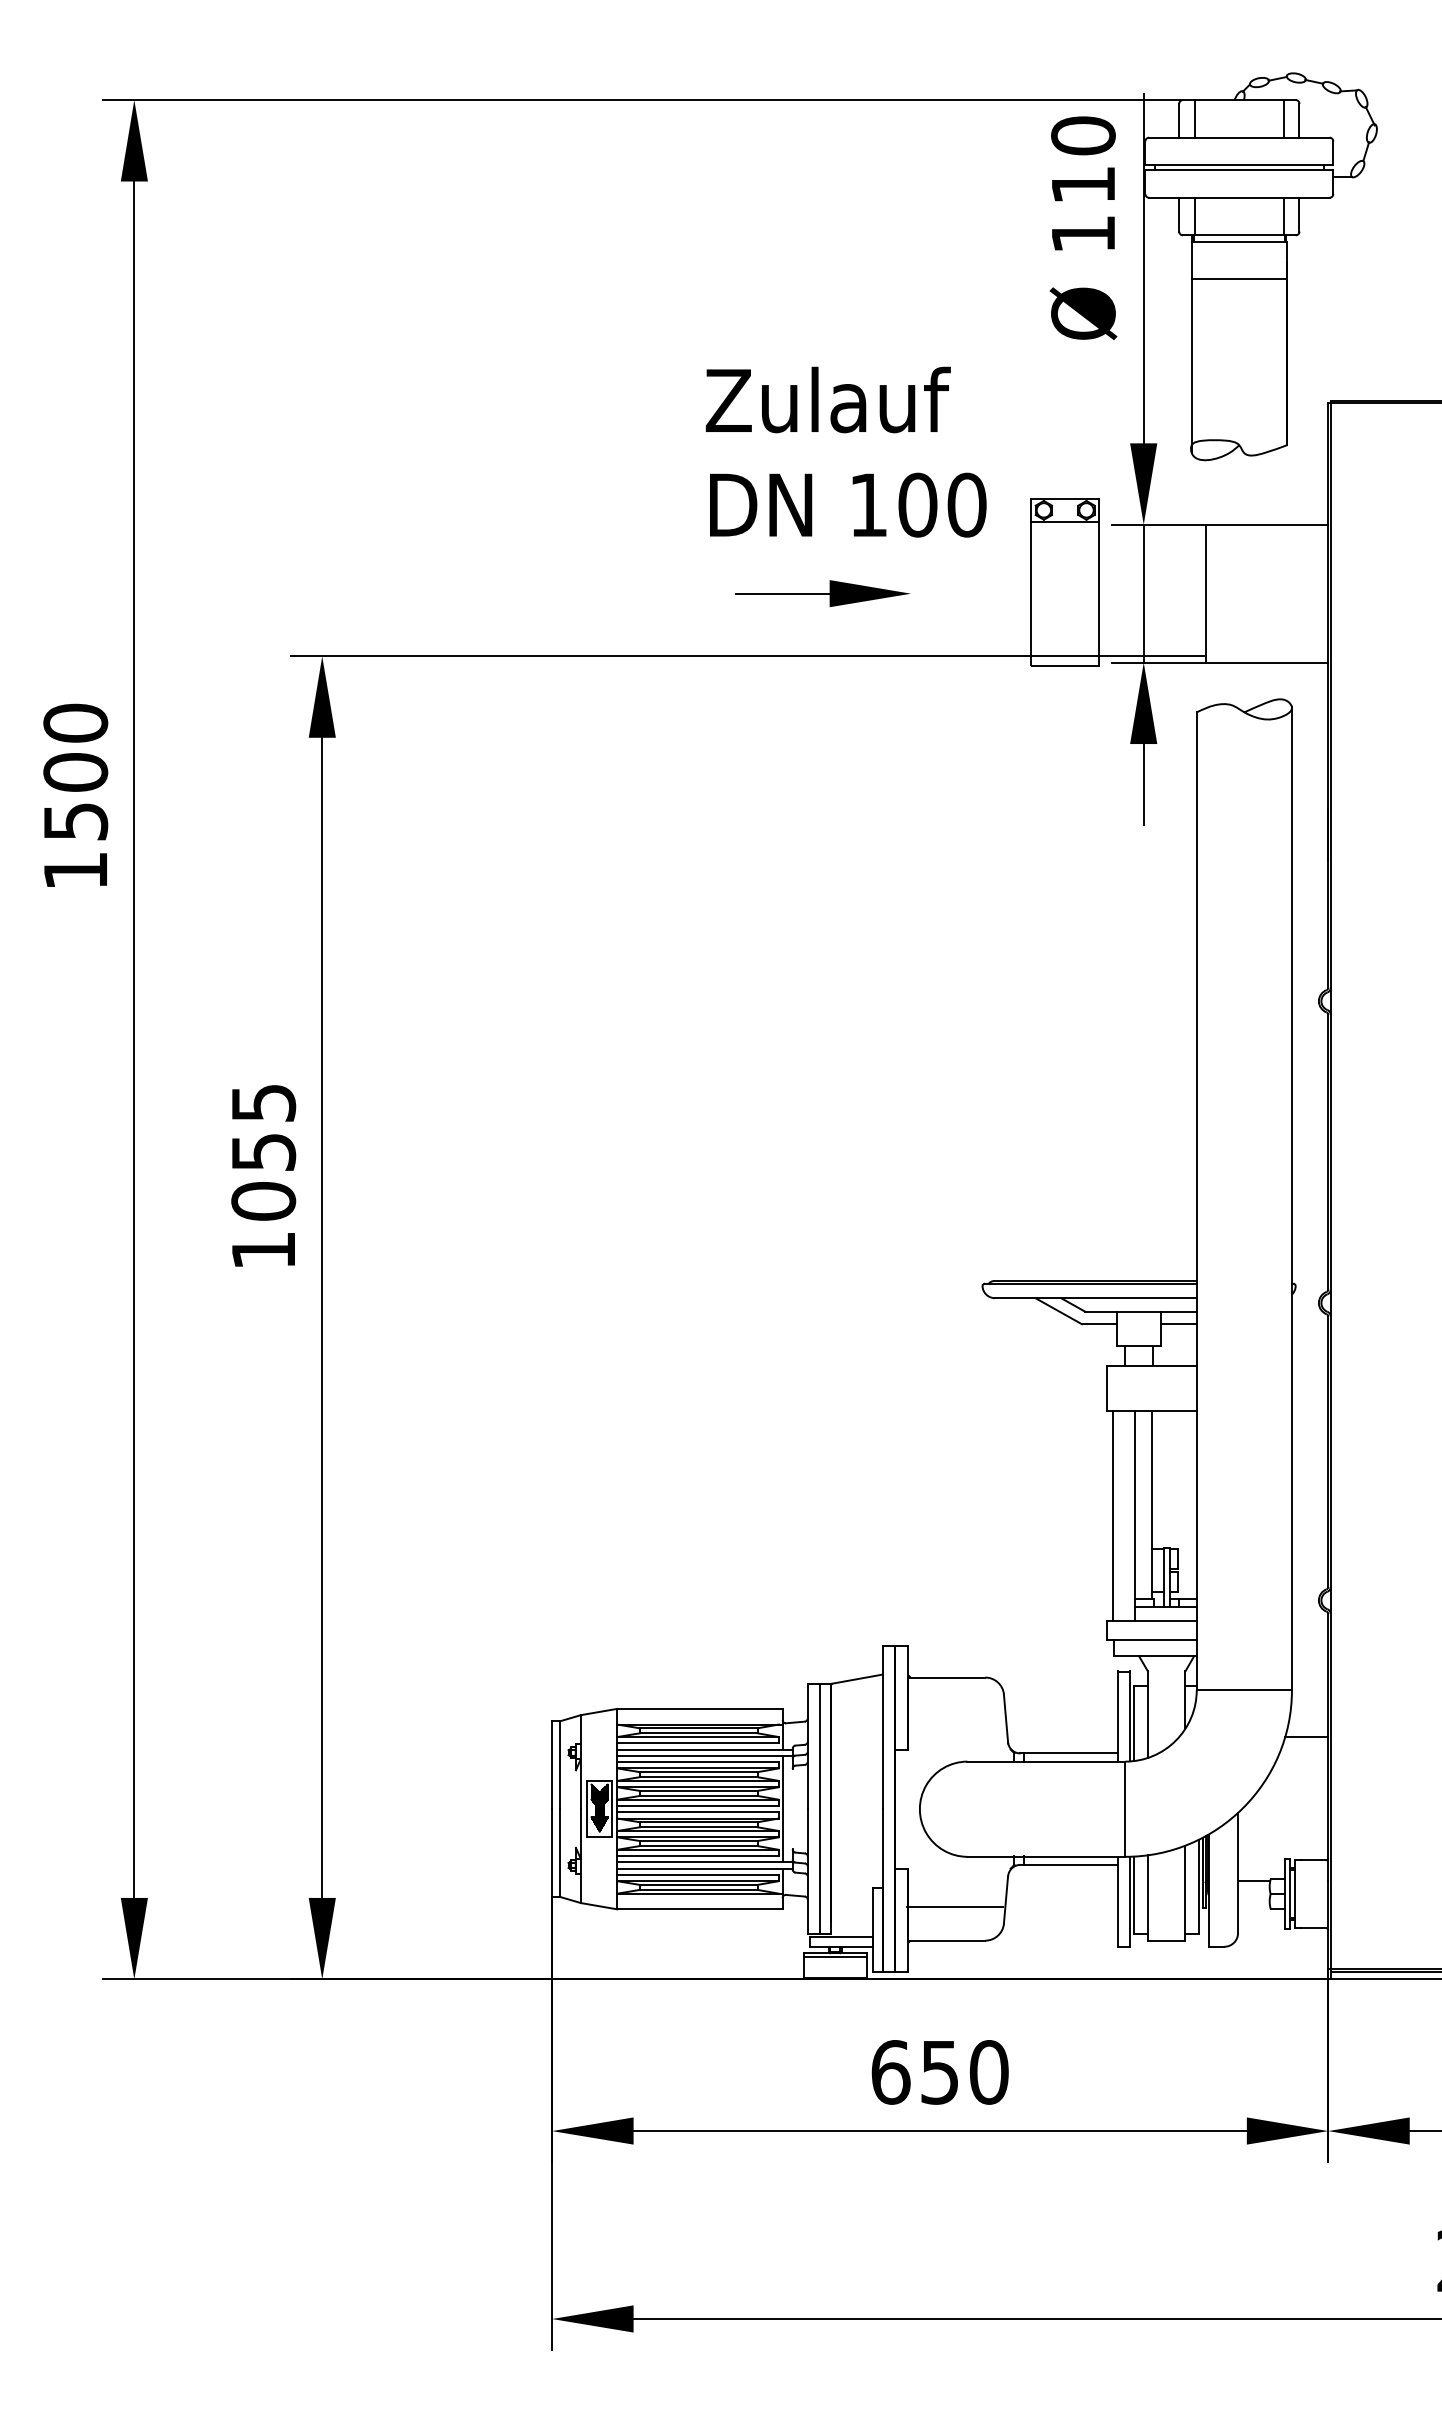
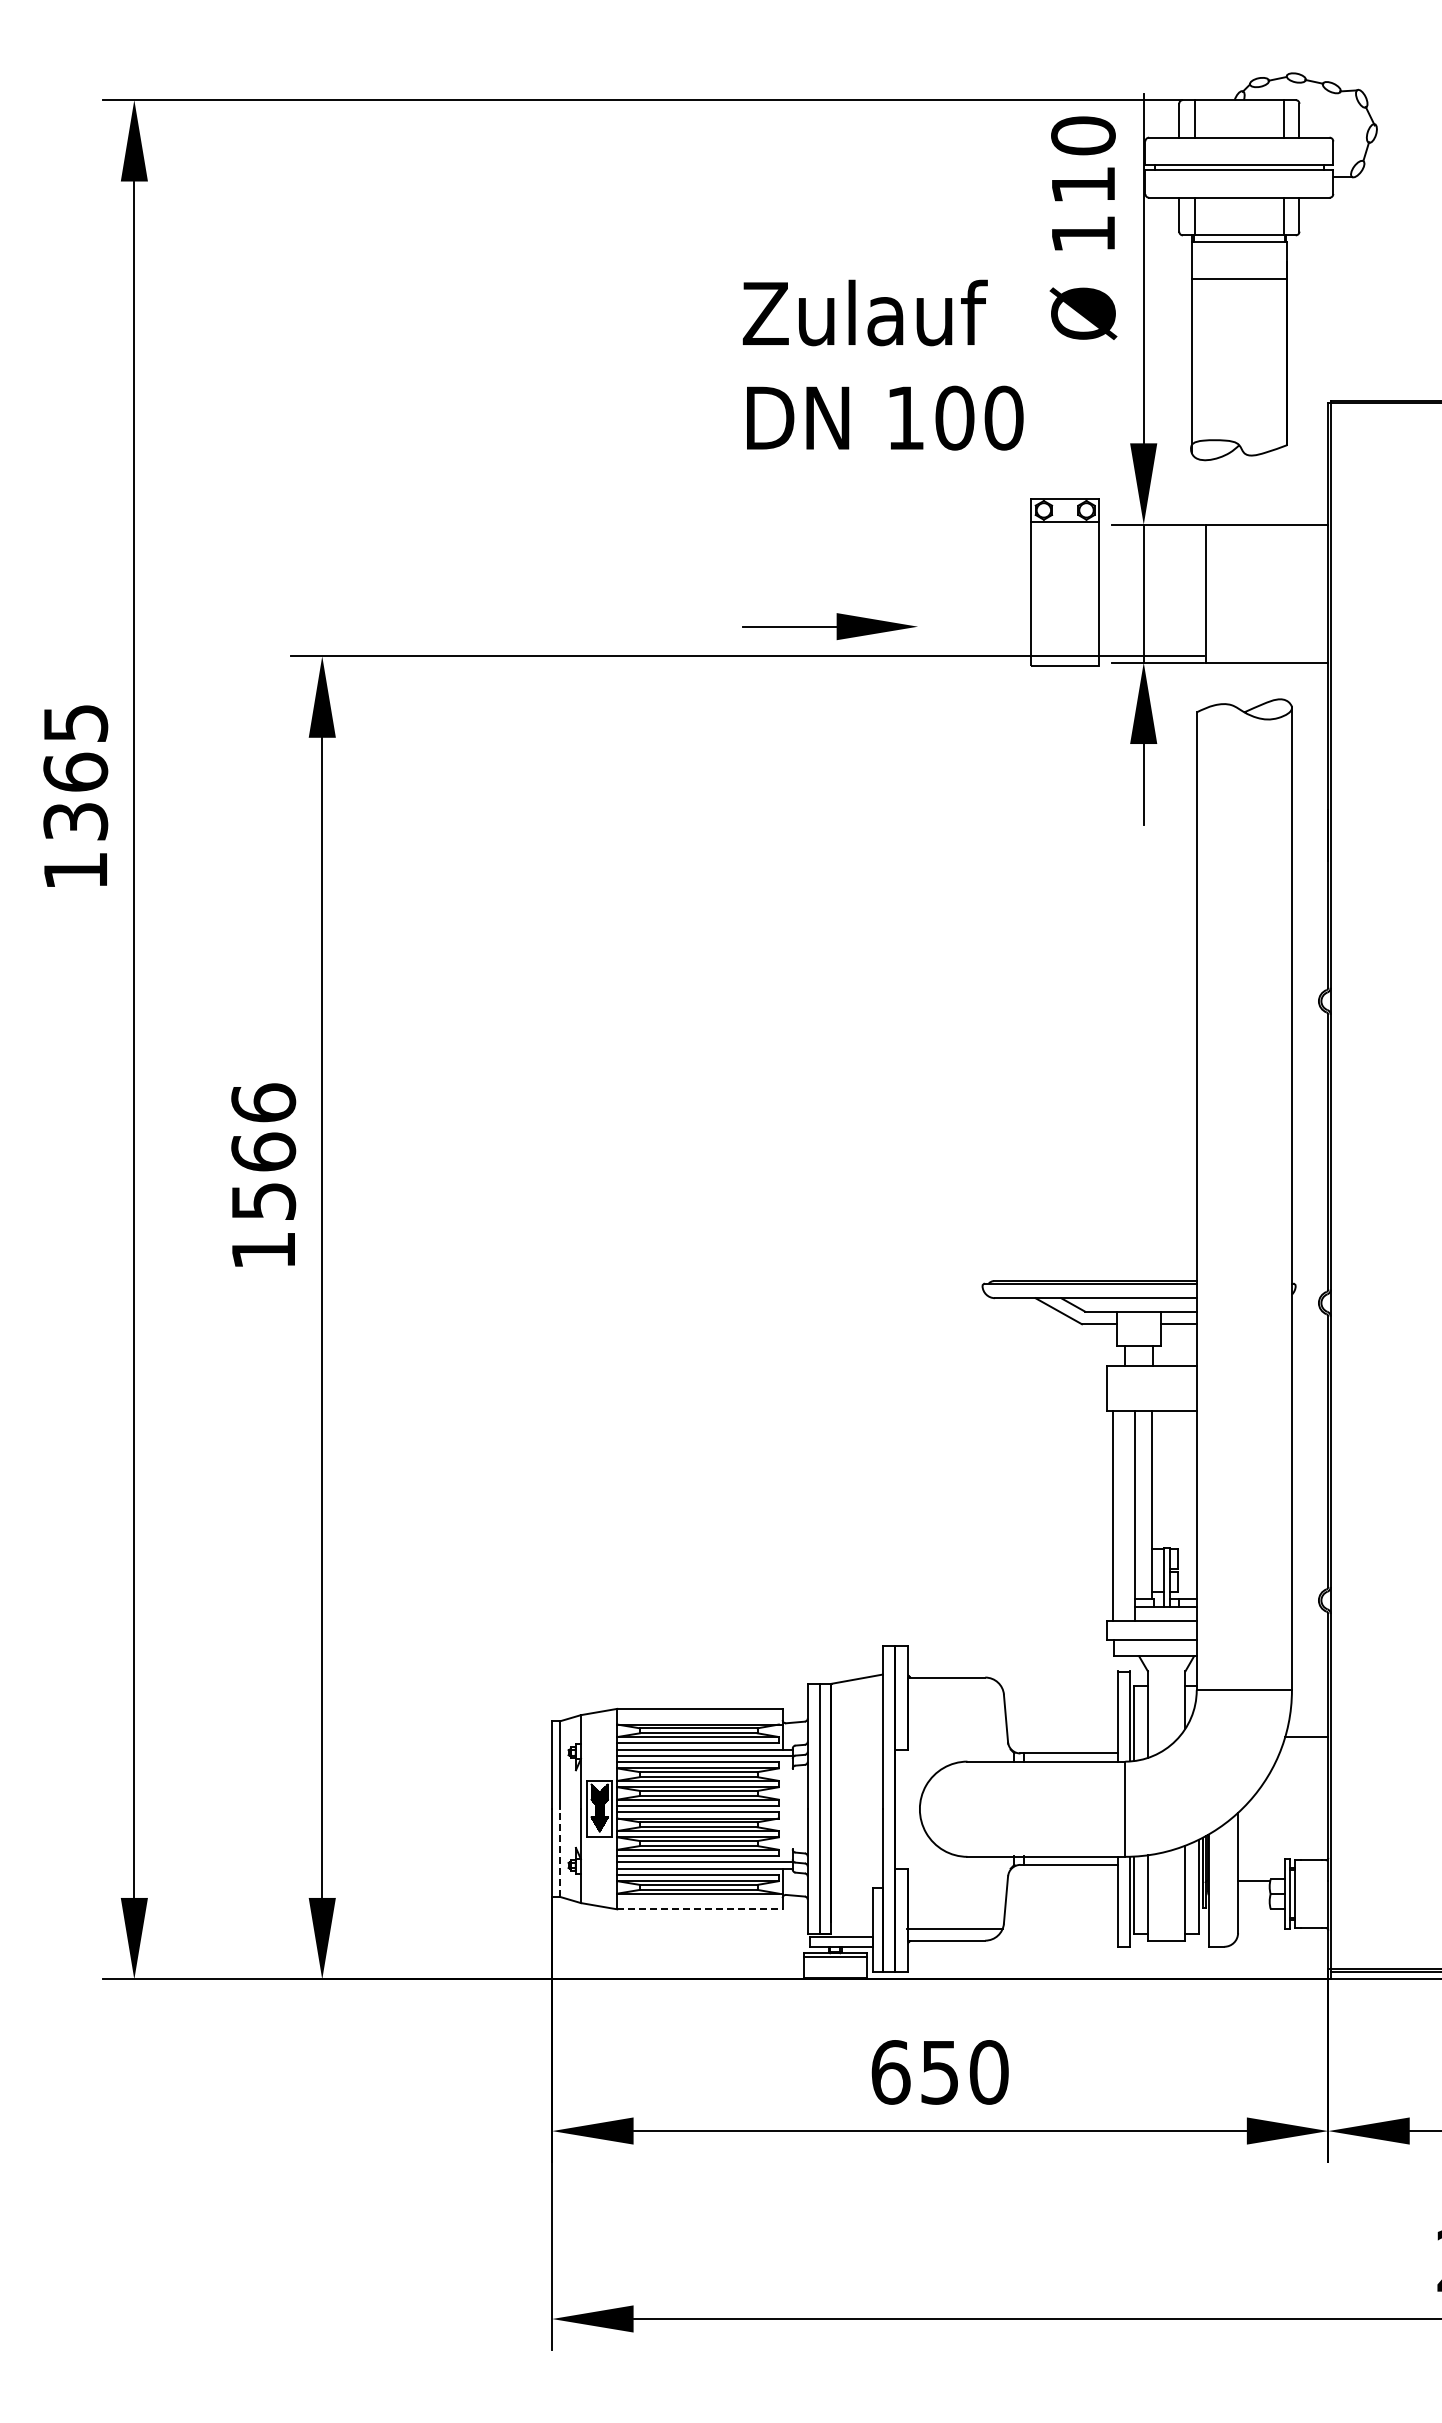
text at (845, 451) position: (845, 451) -> (882, 364)
part at (822, 593) position: (822, 593) -> (829, 626)
text at (75, 771): 1500 -> 1365
text at (263, 1151): 1055 -> 1566
line at (782, 1808): present -> none
line at (559, 1852): solid -> dashed
line at (954, 1906) position: (954, 1906) -> (954, 1928)
line at (699, 1909): solid -> dashed
